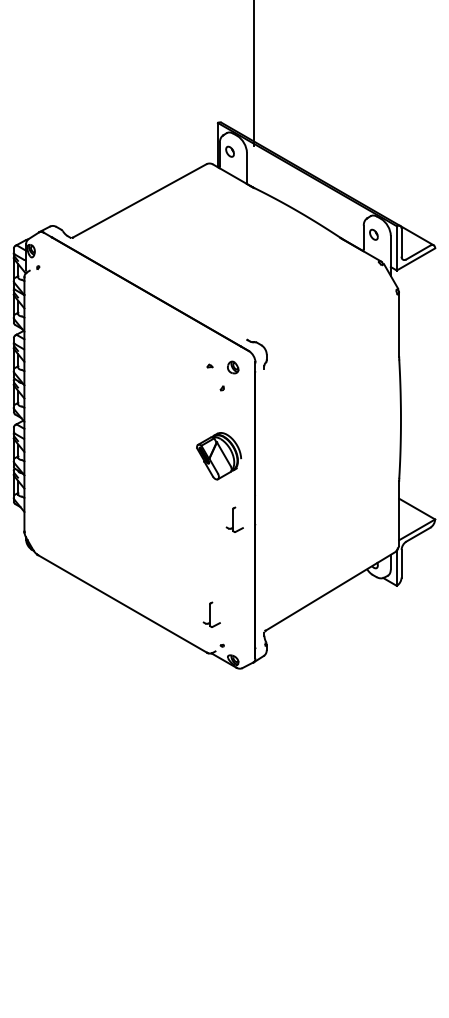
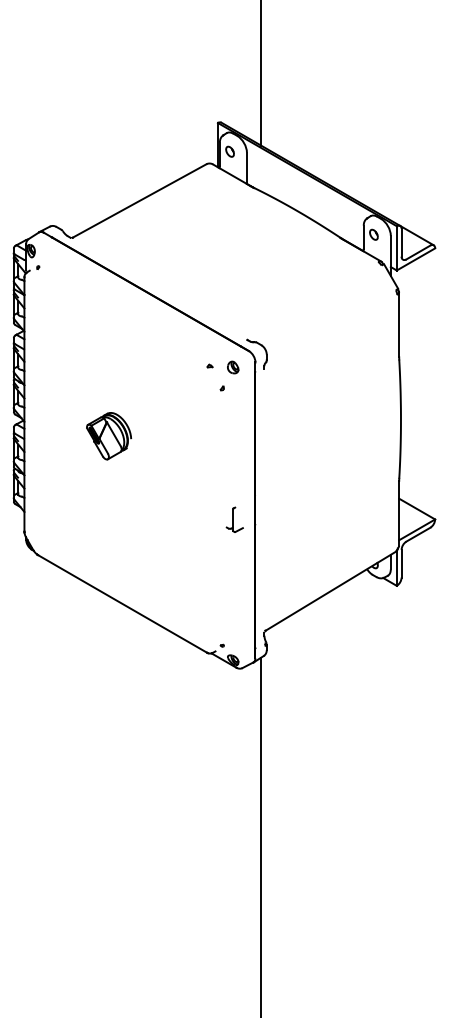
line at (254, 73) position: (254, 73) -> (261, 73)
part at (219, 456) position: (219, 456) -> (109, 436)
part at (211, 614): present -> none
line at (261, 835): none -> present
